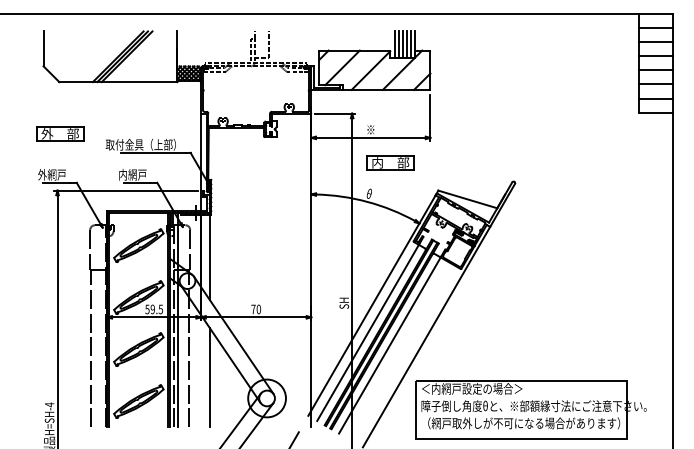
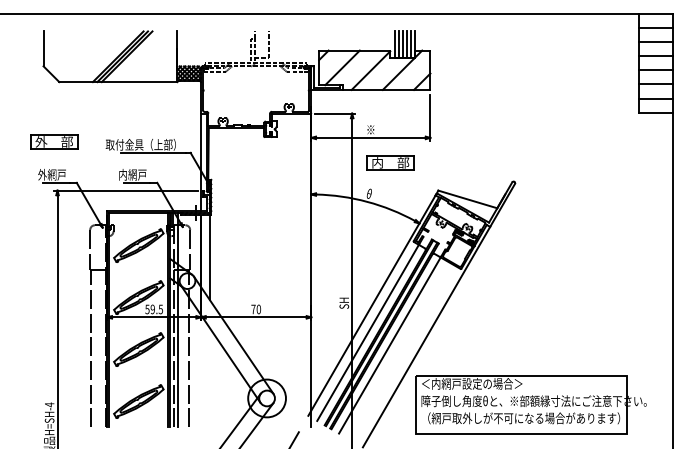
part at (60, 133) position: (60, 133) -> (54, 141)
line at (209, 377): present -> none
part at (530, 409) position: (530, 409) -> (530, 404)
